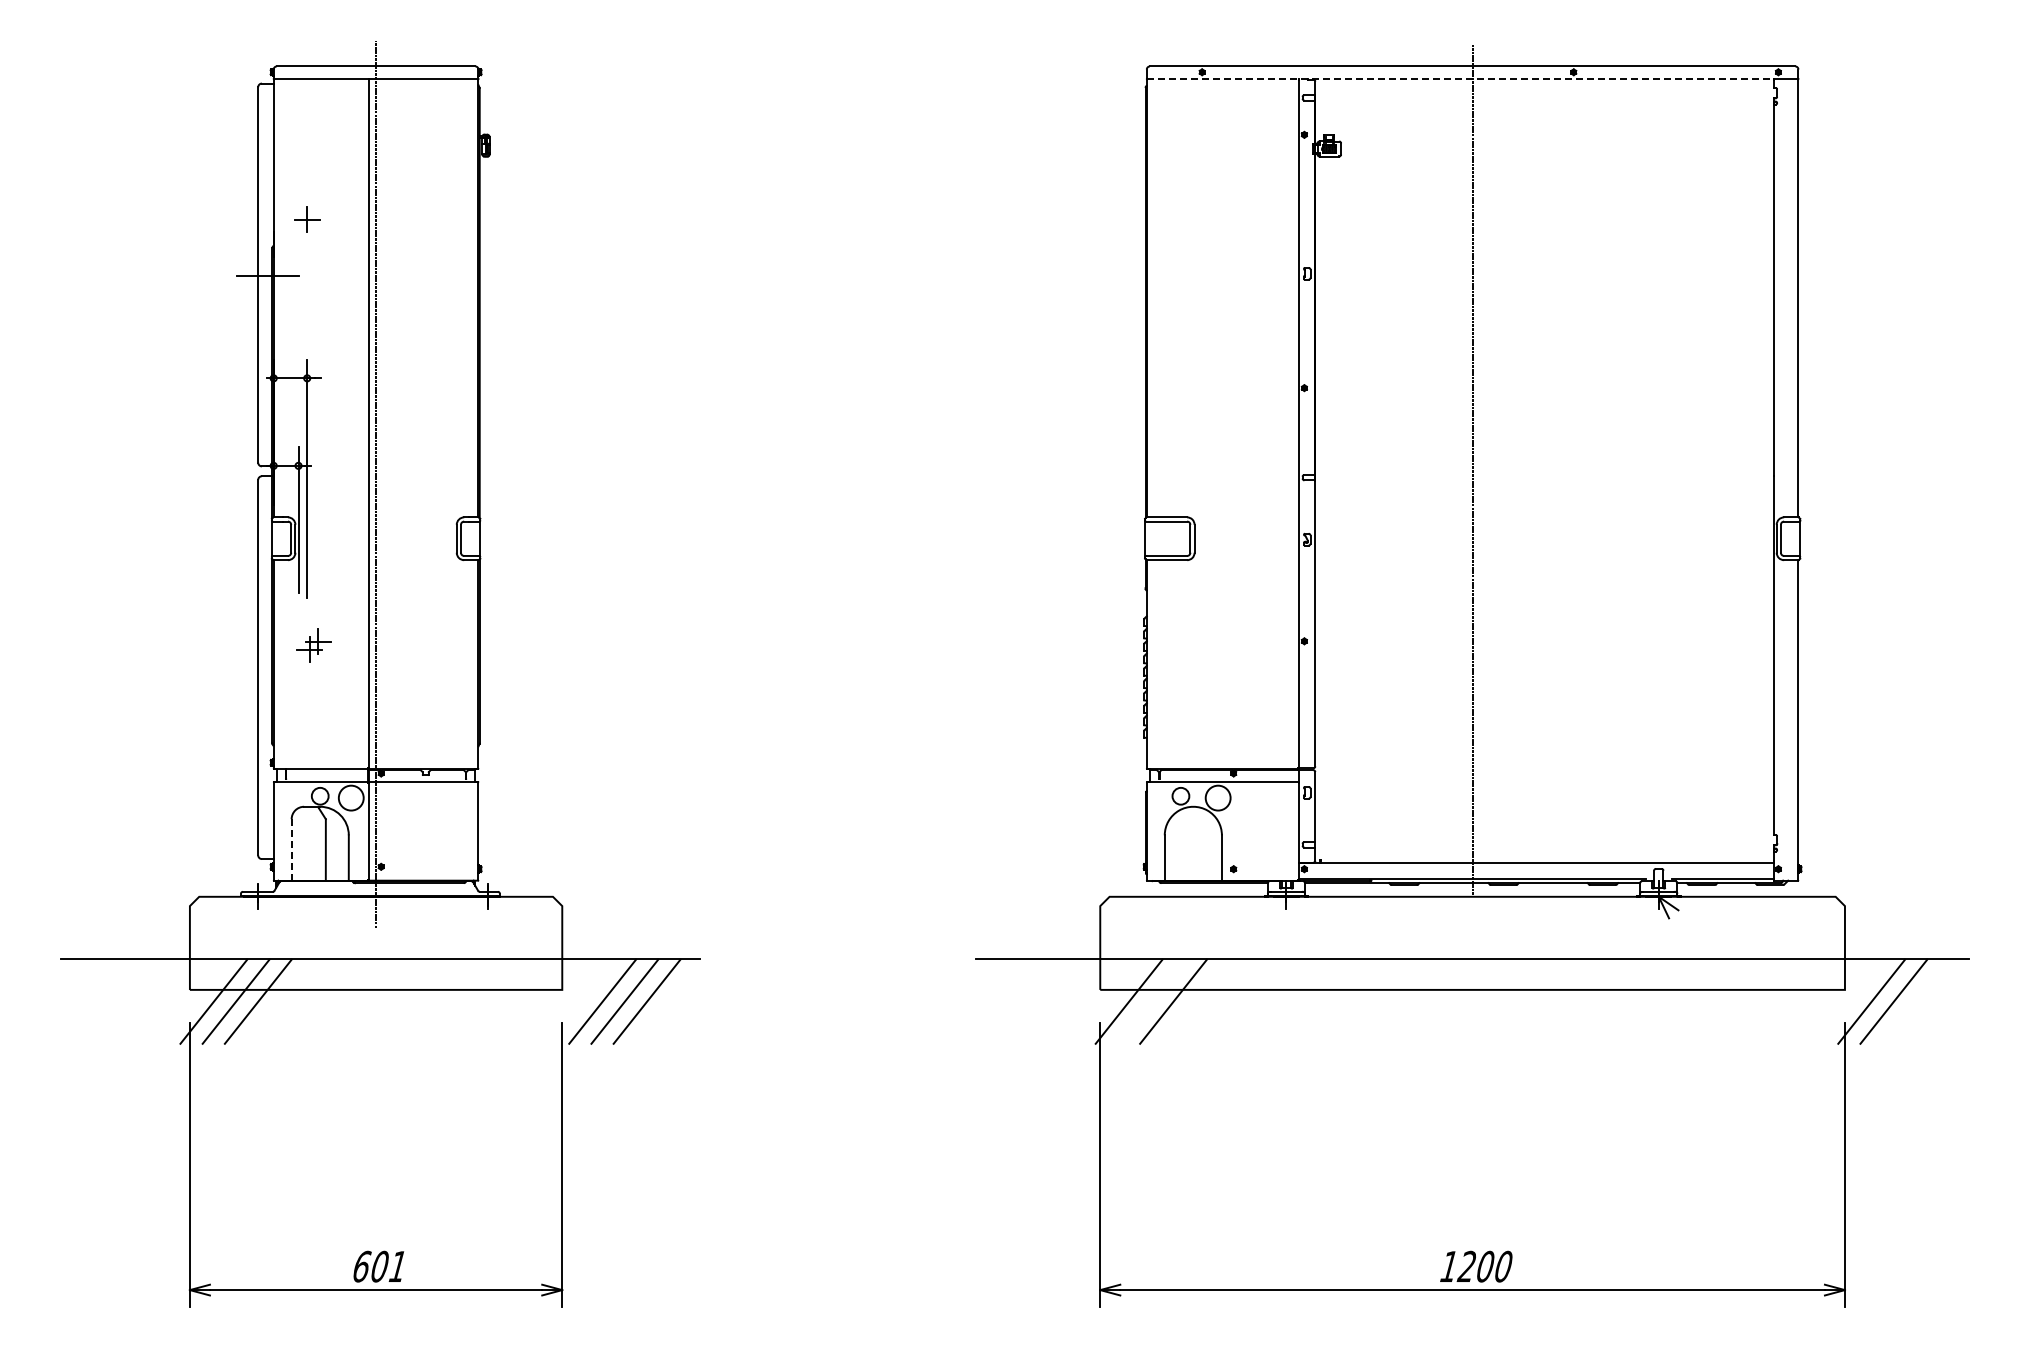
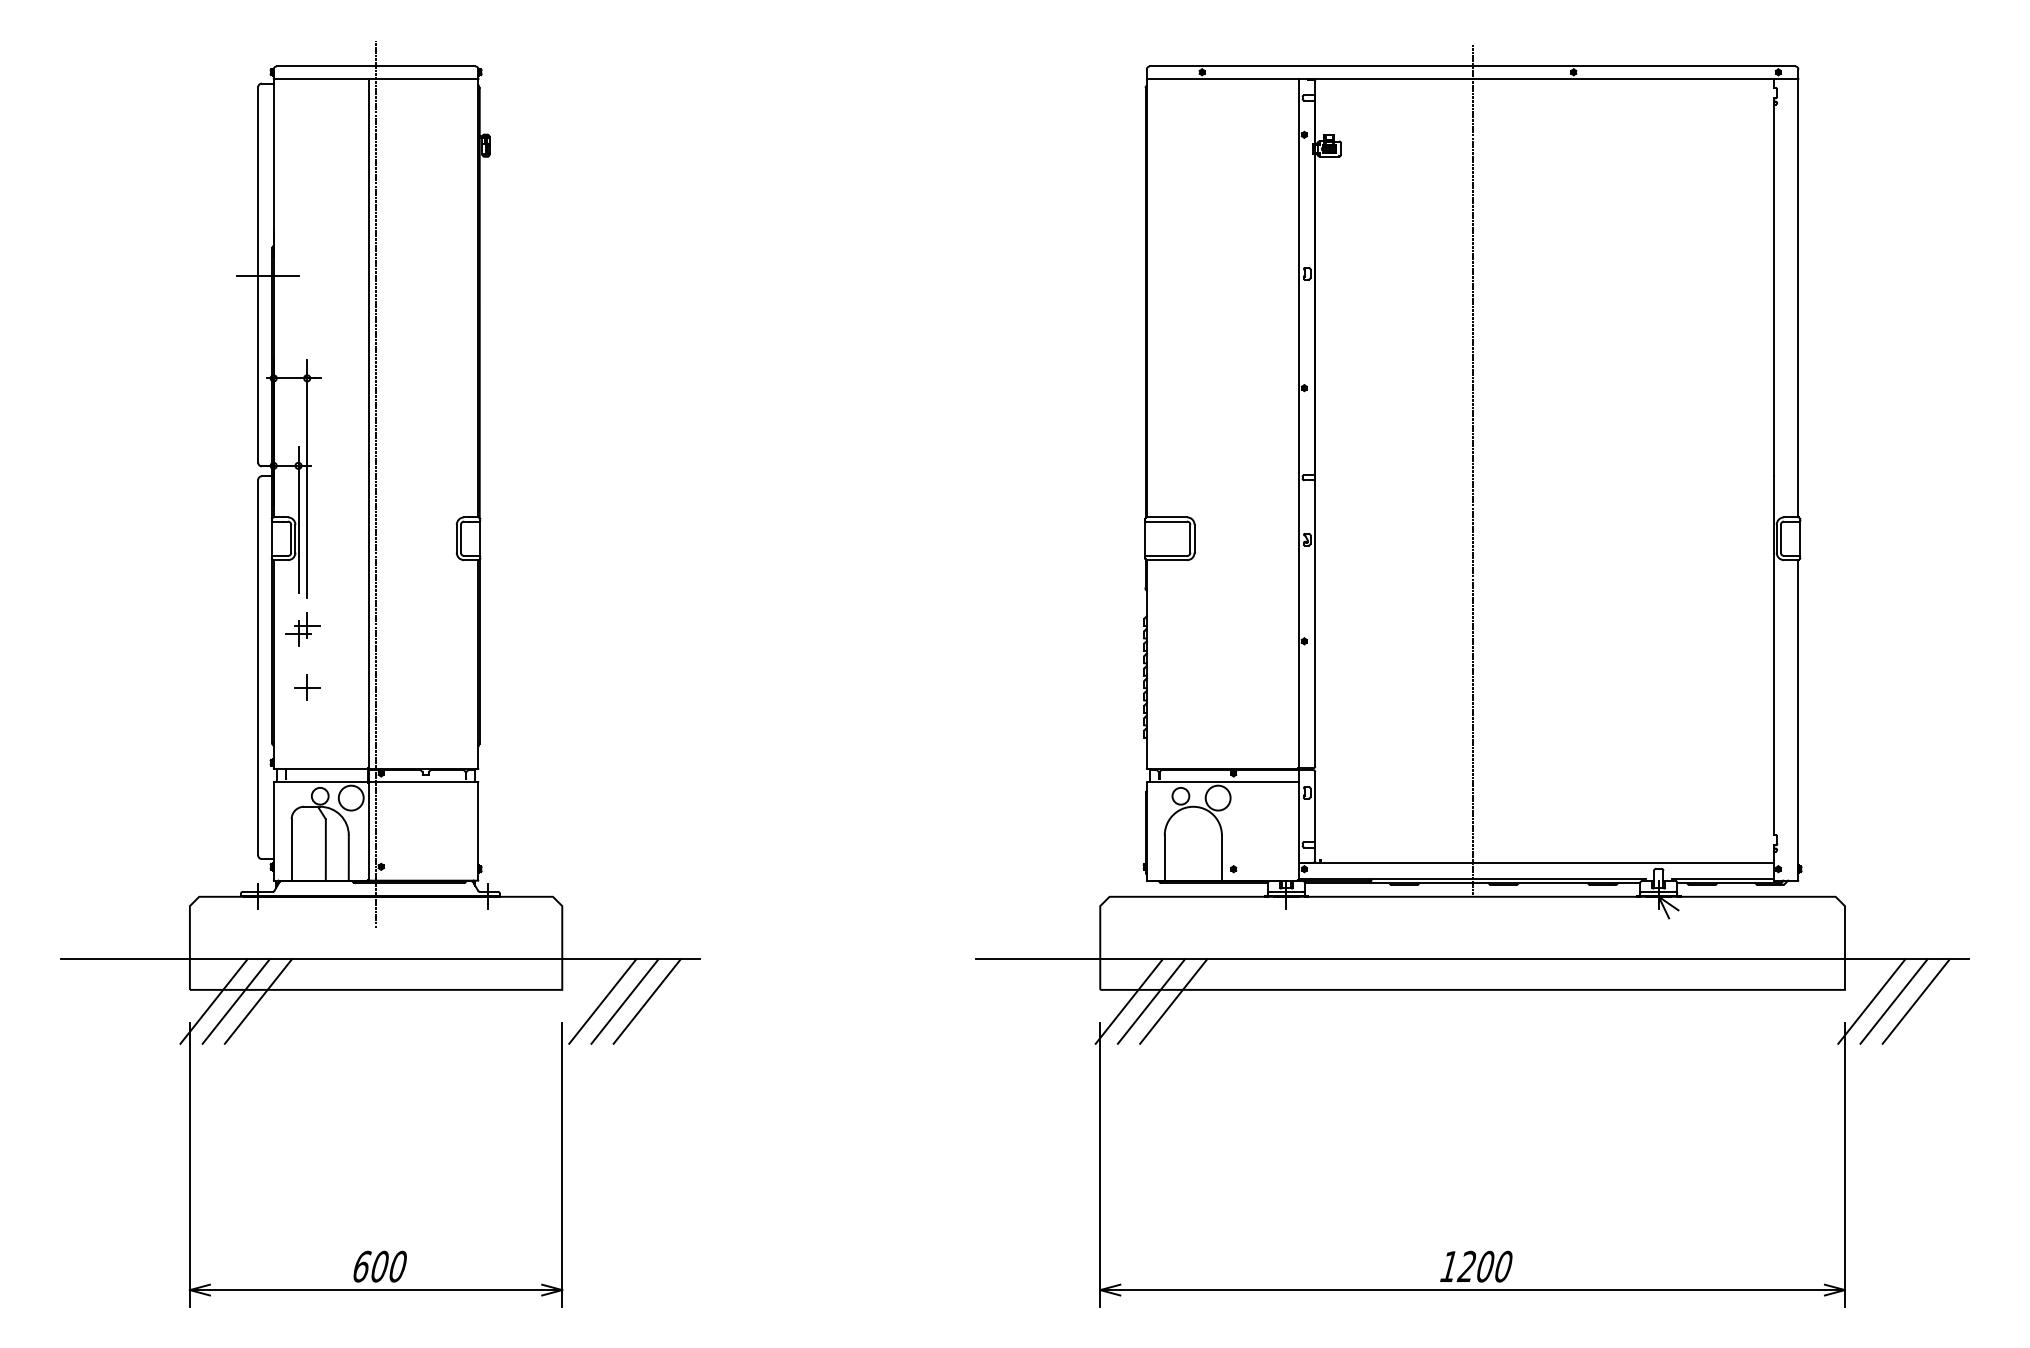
line at (1461, 79): dashed -> solid
part at (307, 219) position: (307, 219) -> (307, 687)
part at (313, 645) position: (313, 645) -> (302, 629)
line at (291, 849): dashed -> solid
line at (1150, 1001): none -> present
line at (1915, 1001): none -> present
text at (397, 1266): 601 -> 600
